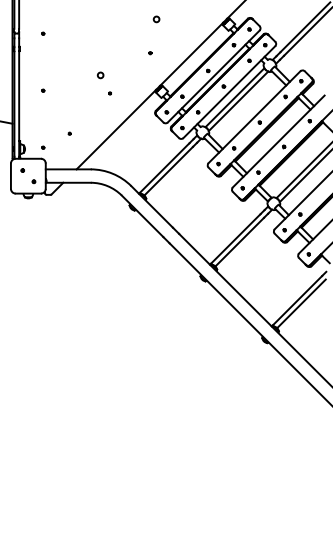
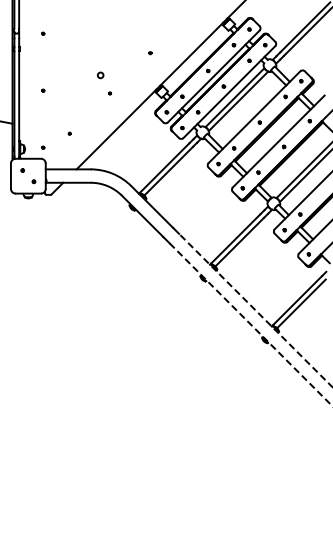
circle at (156, 19): present -> none
line at (255, 310): solid -> dashed
line at (251, 325): solid -> dashed
